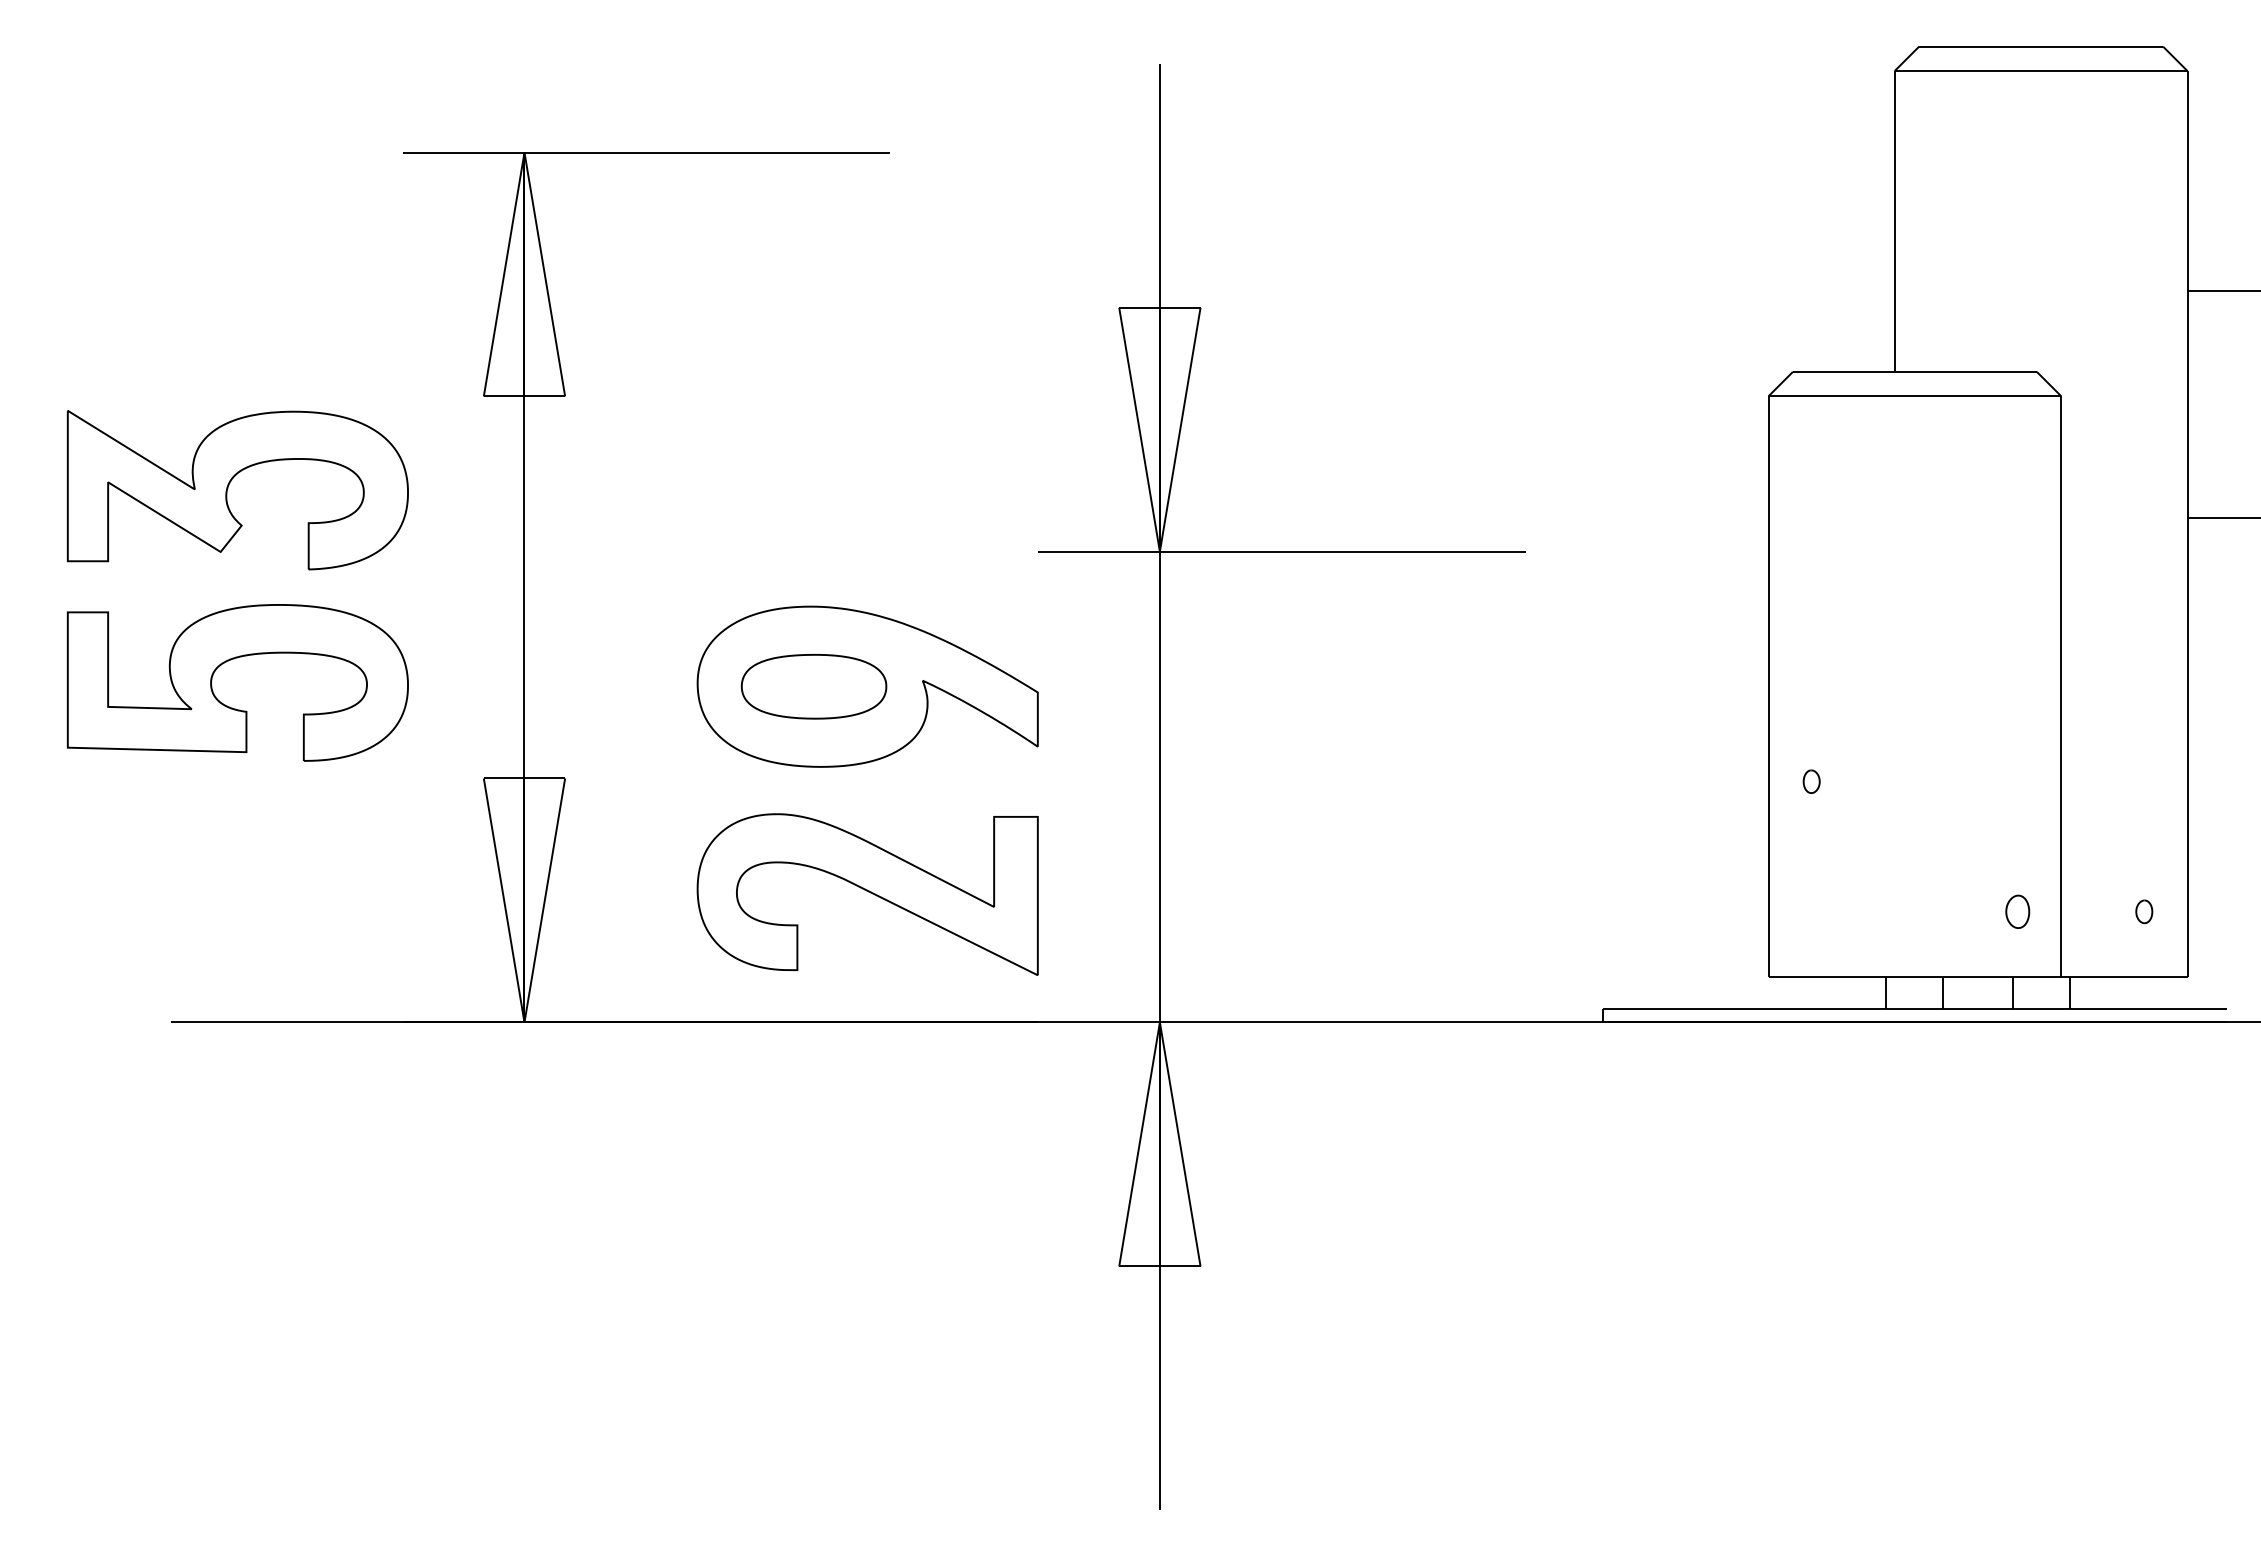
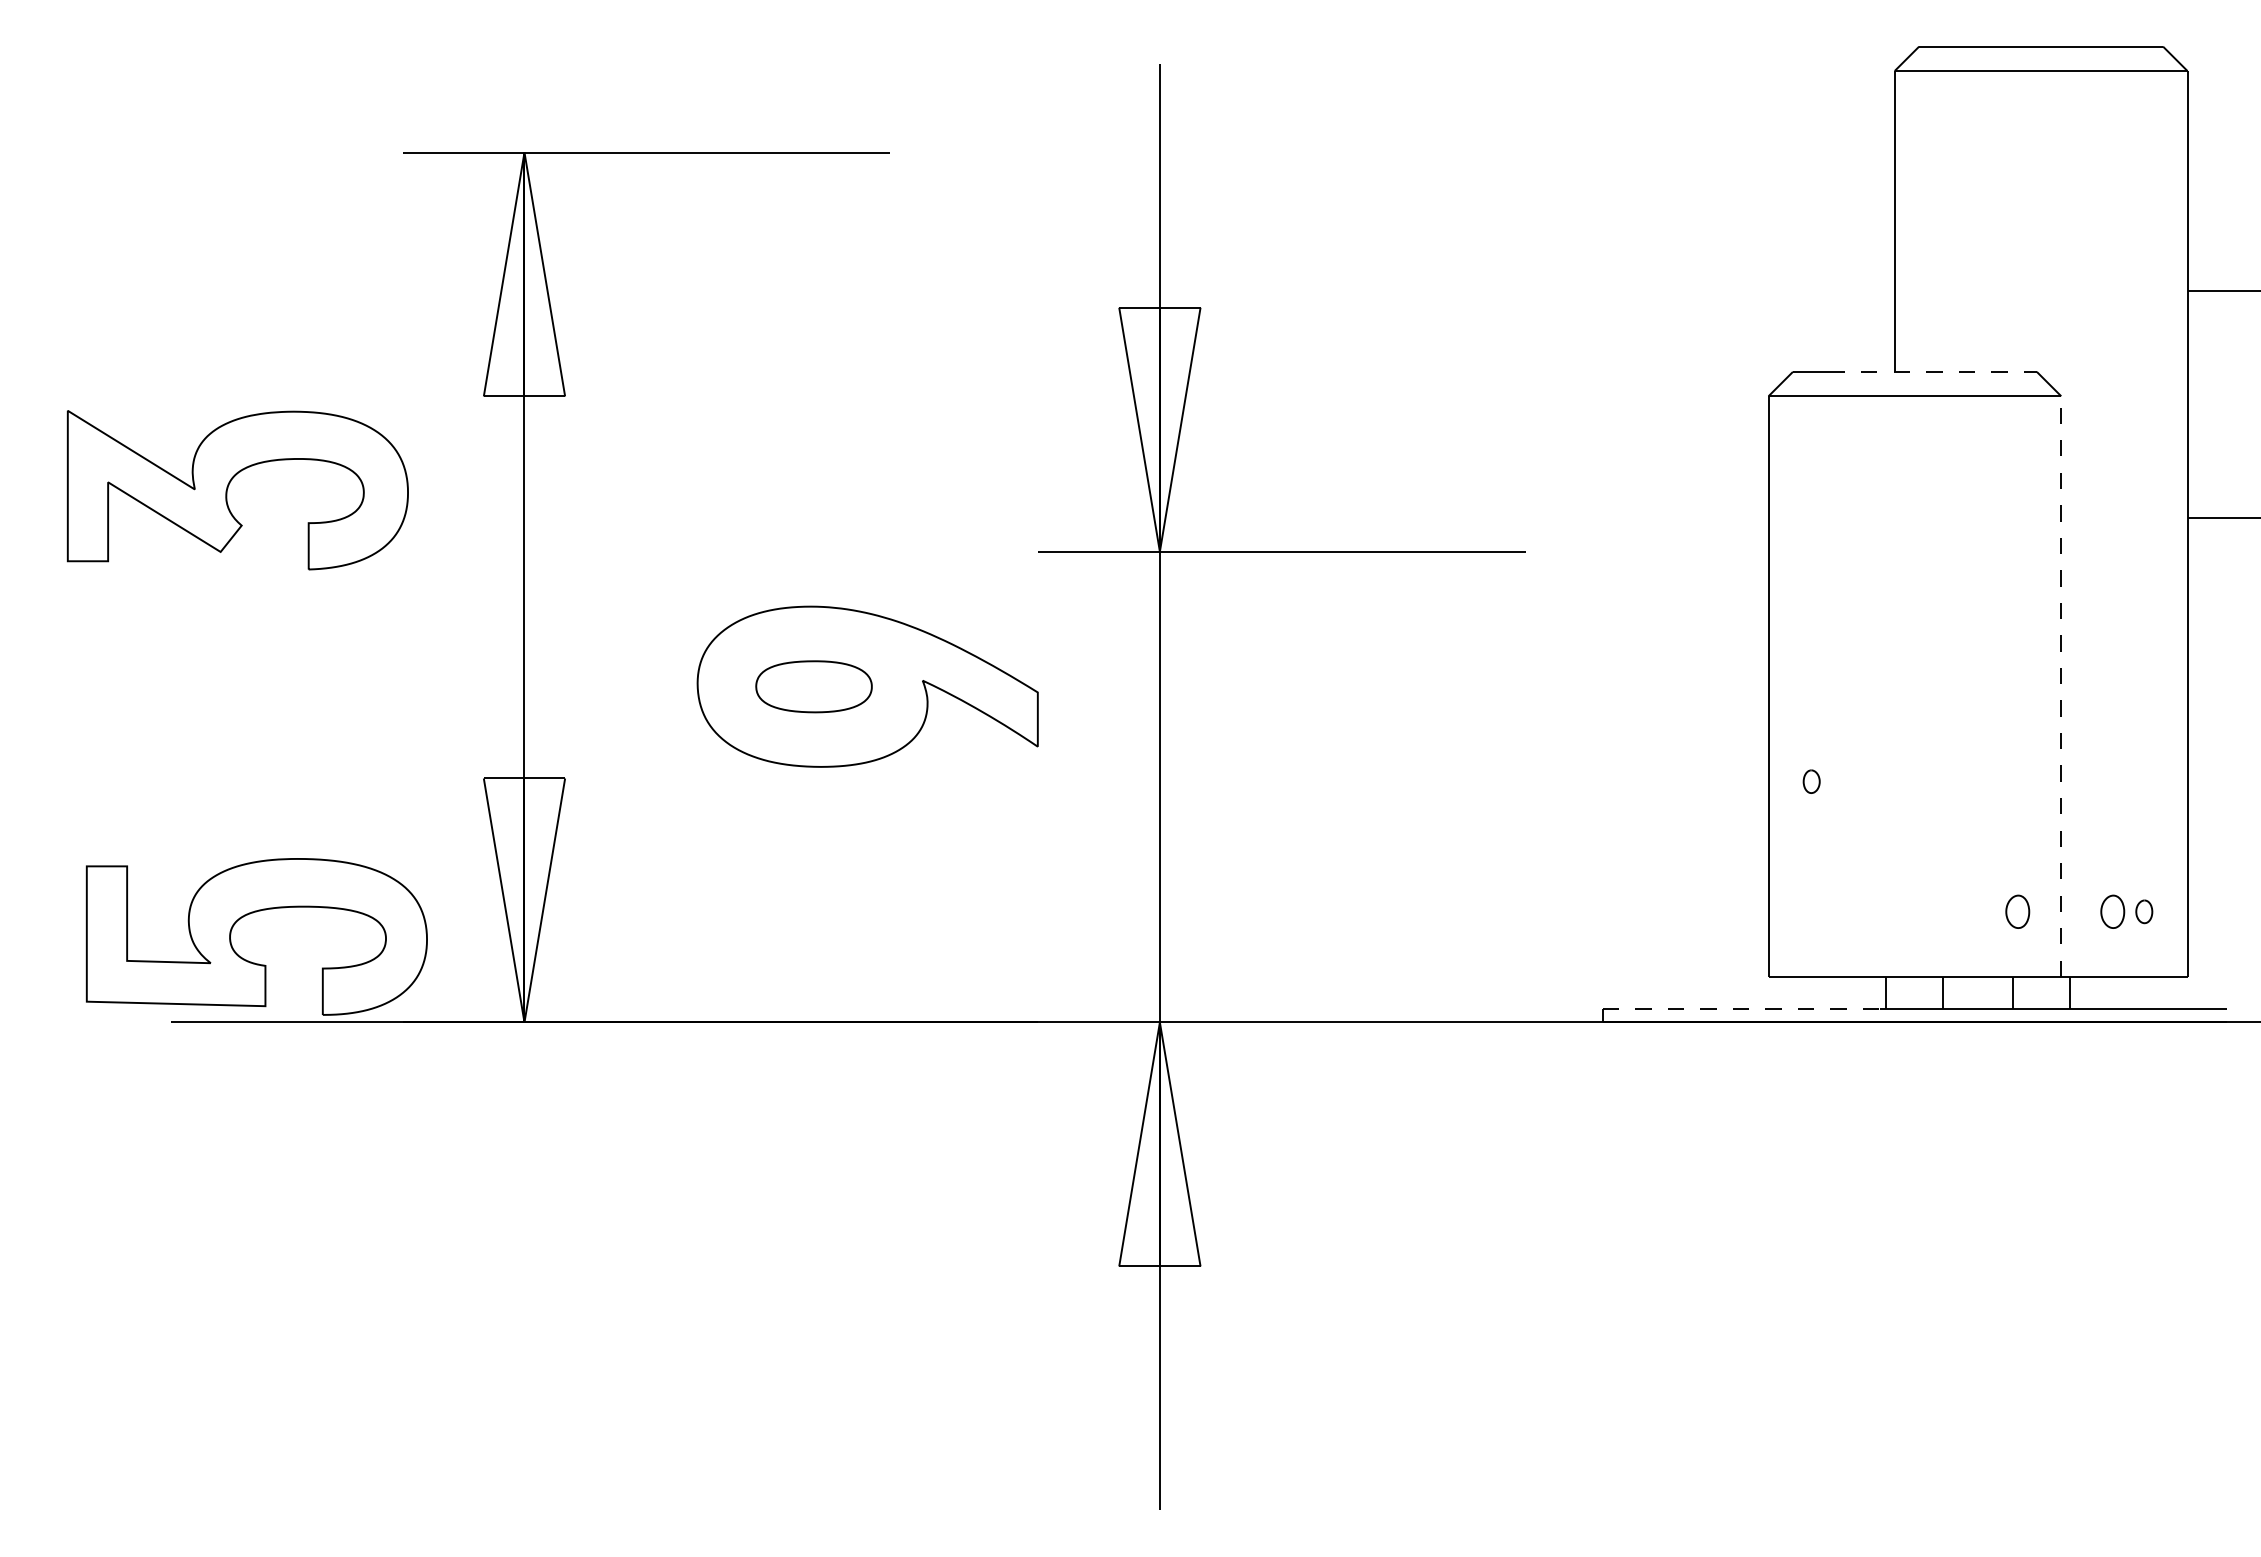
line at (1933, 371): solid -> dashed
part at (231, 660) position: (231, 660) -> (250, 914)
part at (813, 686) size: 148x66 px -> 118x54 px
line at (2061, 686): solid -> dashed
part at (867, 894): present -> none
part at (2112, 911): none -> present
line at (1741, 1009): solid -> dashed
